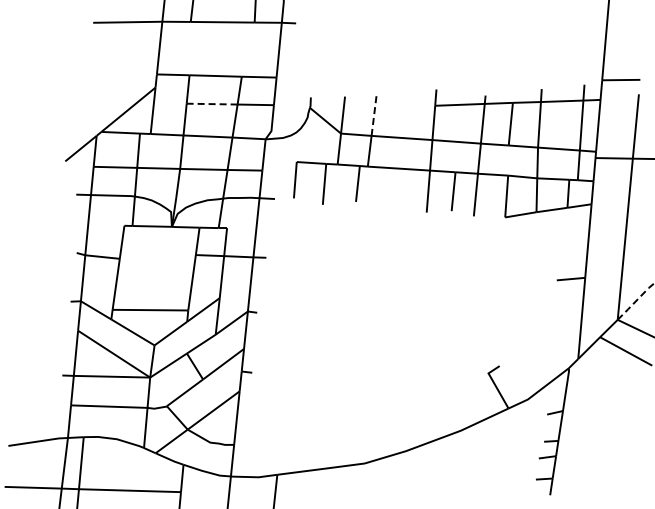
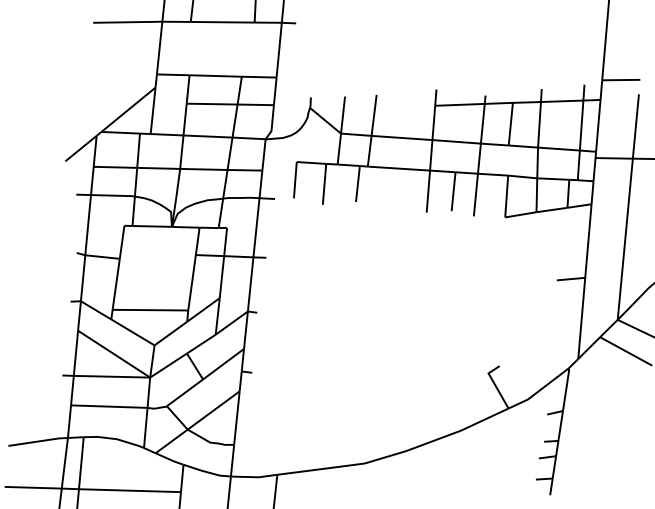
line at (211, 104): dashed -> solid
line at (374, 115): dashed -> solid
line at (636, 300): dashed -> solid
